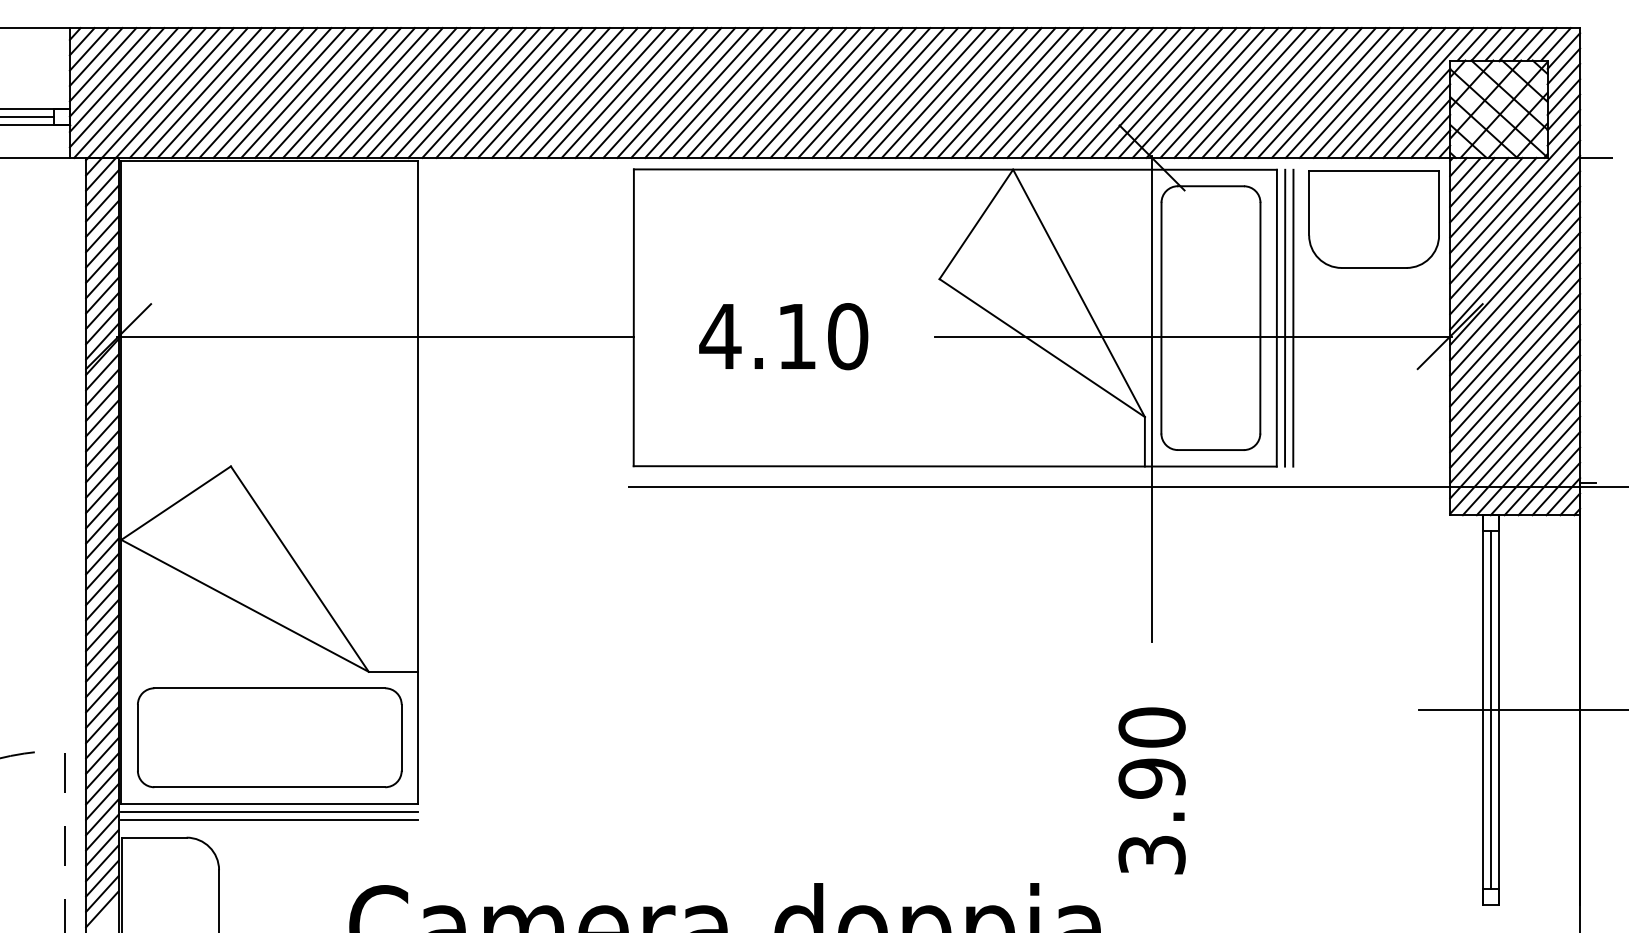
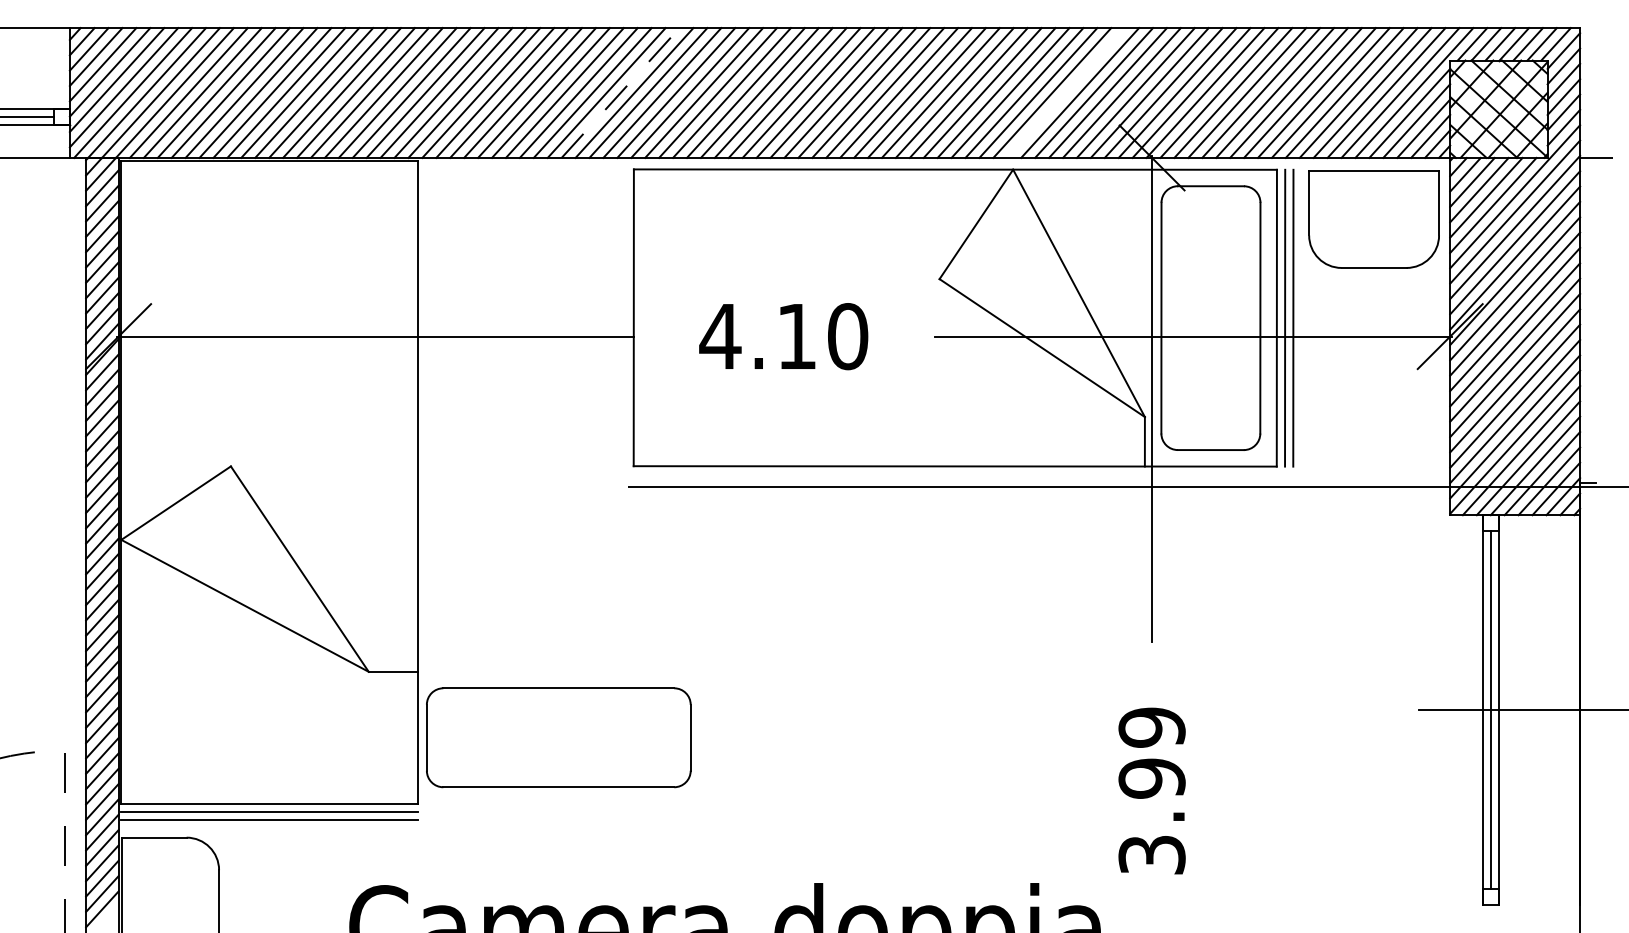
line at (1066, 92): present -> none
line at (620, 93): solid -> dashed
text at (1151, 727): 3.90 -> 3.99
part at (269, 737) position: (269, 737) -> (558, 737)
